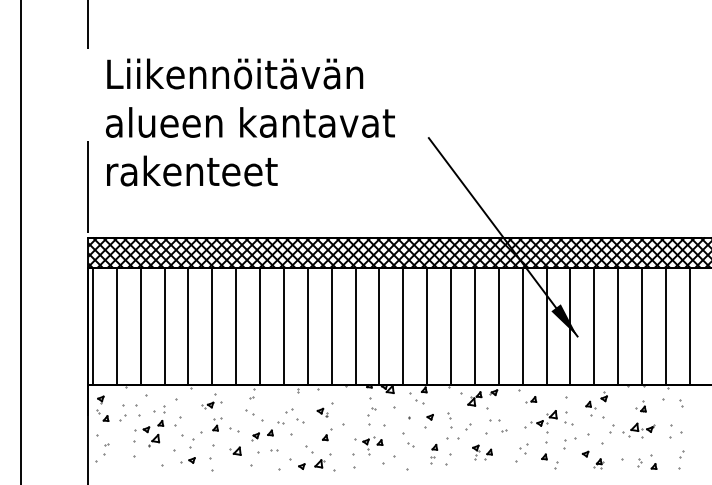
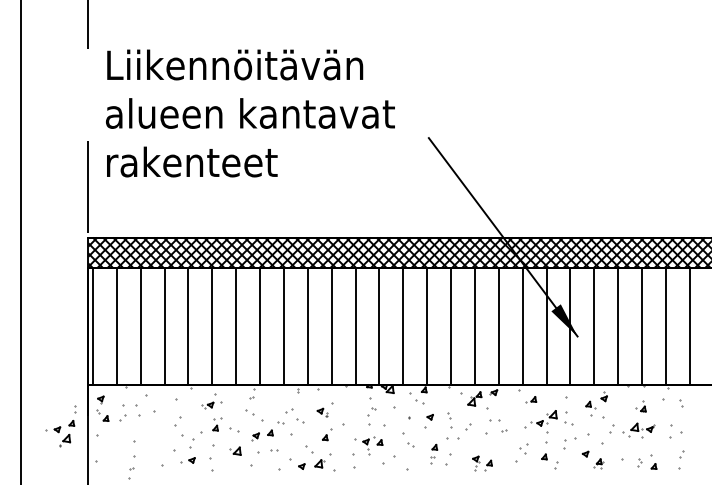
text at (250, 122) position: (250, 122) -> (250, 113)
part at (149, 426) position: (149, 426) -> (60, 426)
part at (106, 449) position: (106, 449) -> (131, 473)
part at (482, 452) position: (482, 452) -> (482, 463)
